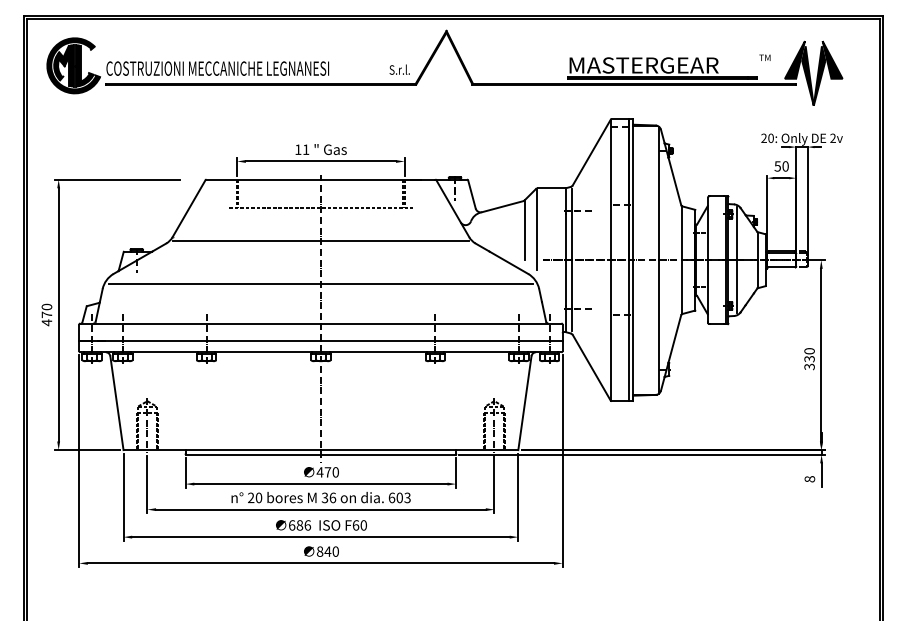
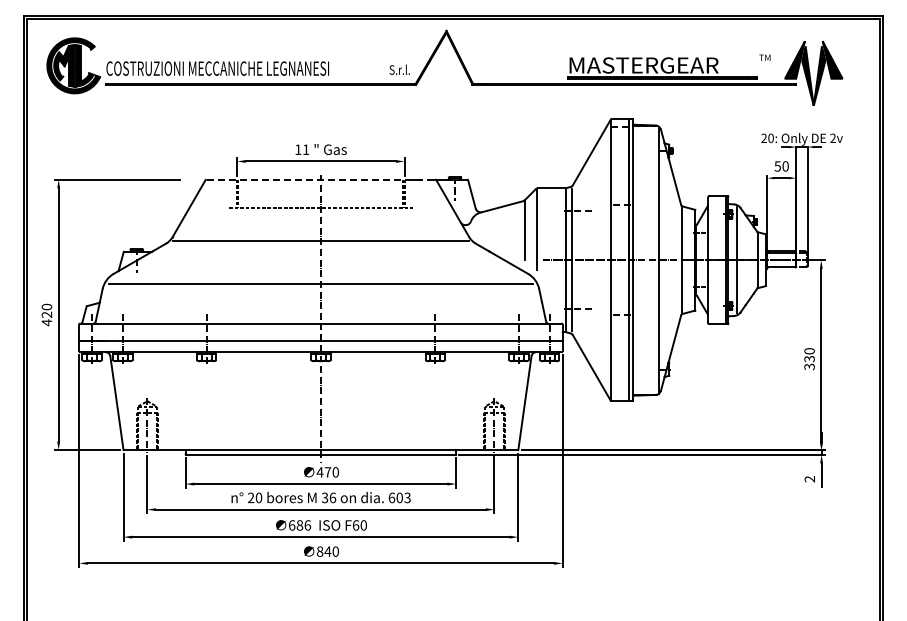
line at (321, 179): solid -> dashed
text at (46, 314): 470 -> 420
text at (809, 479): 8 -> 2
